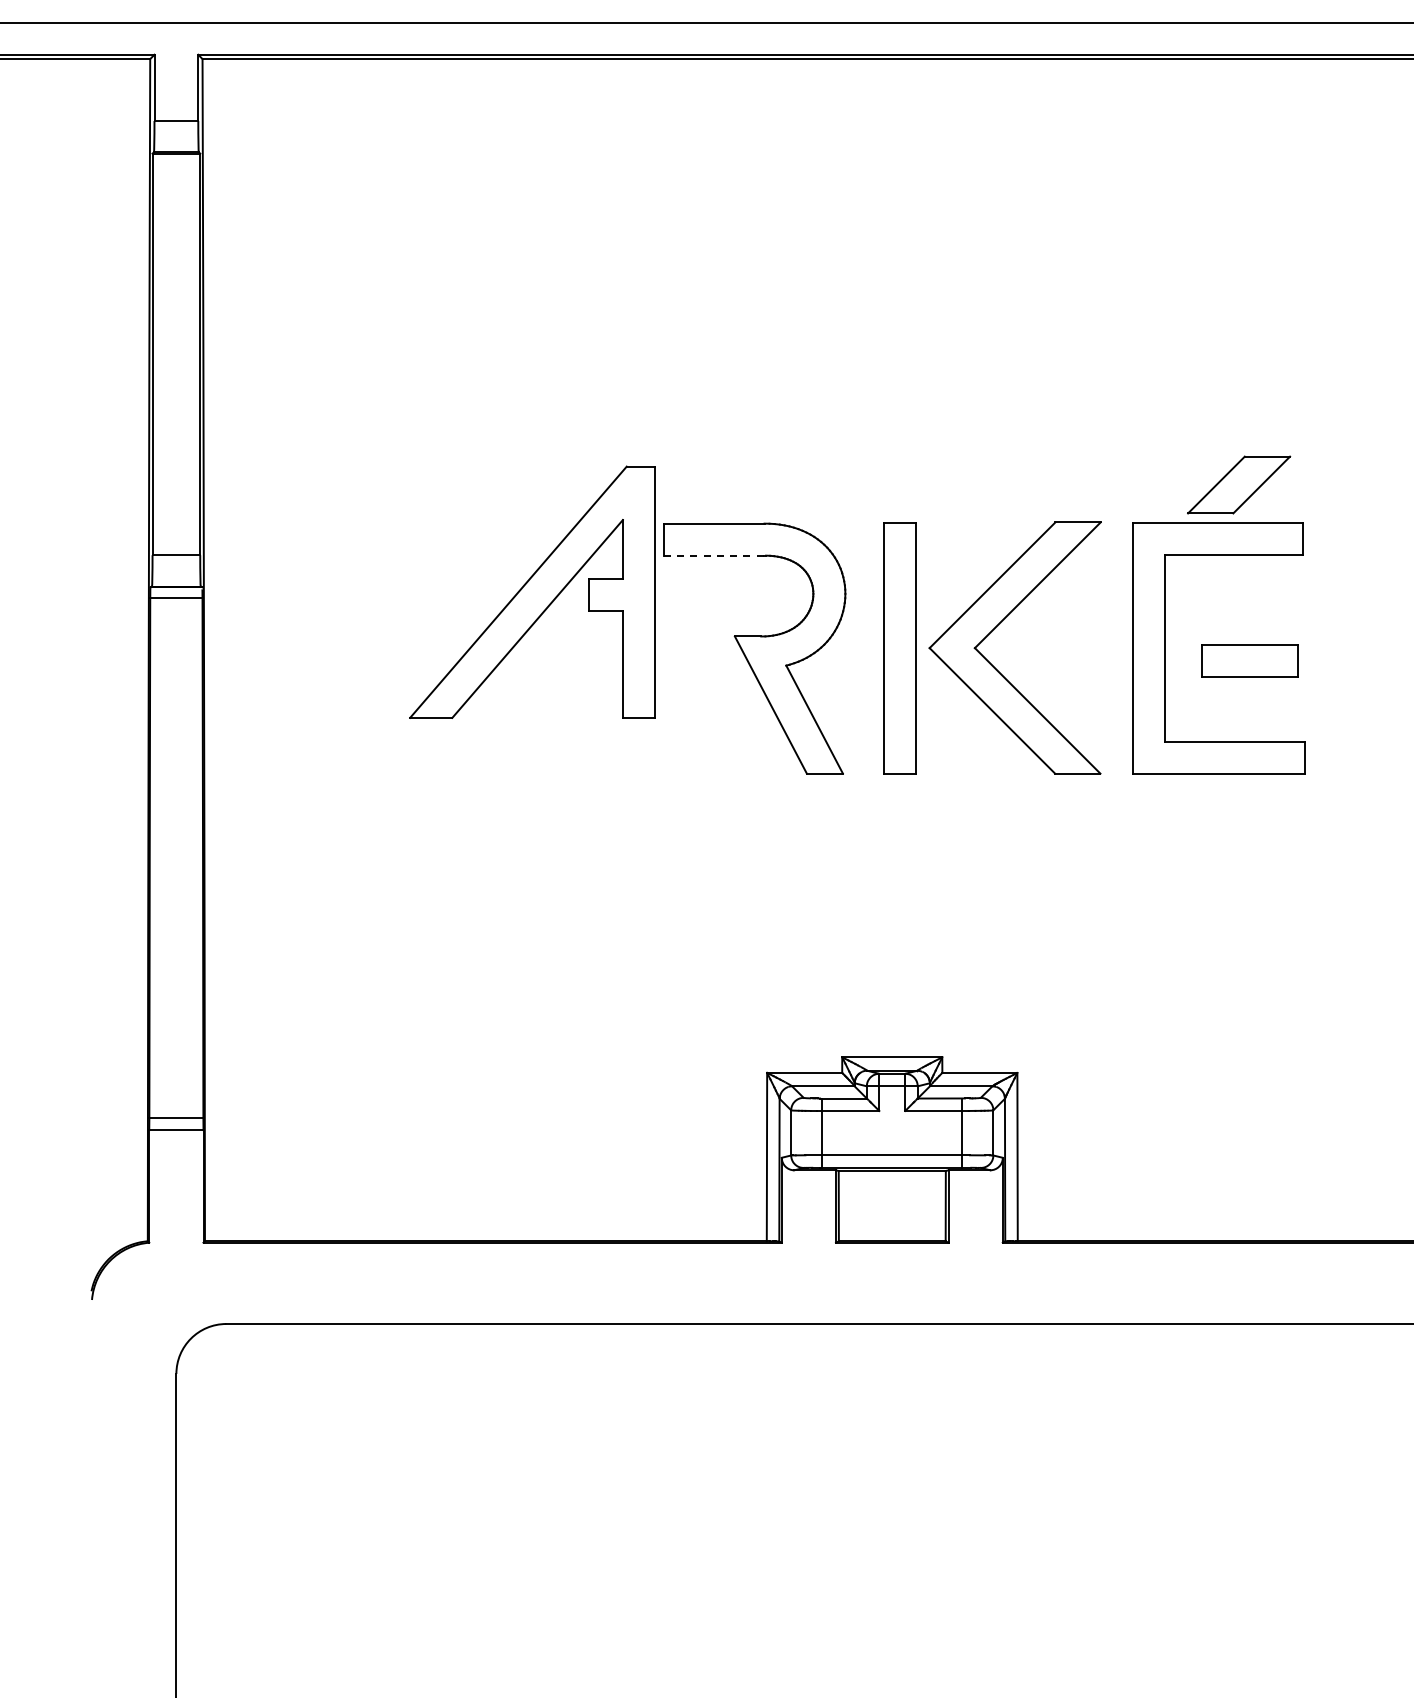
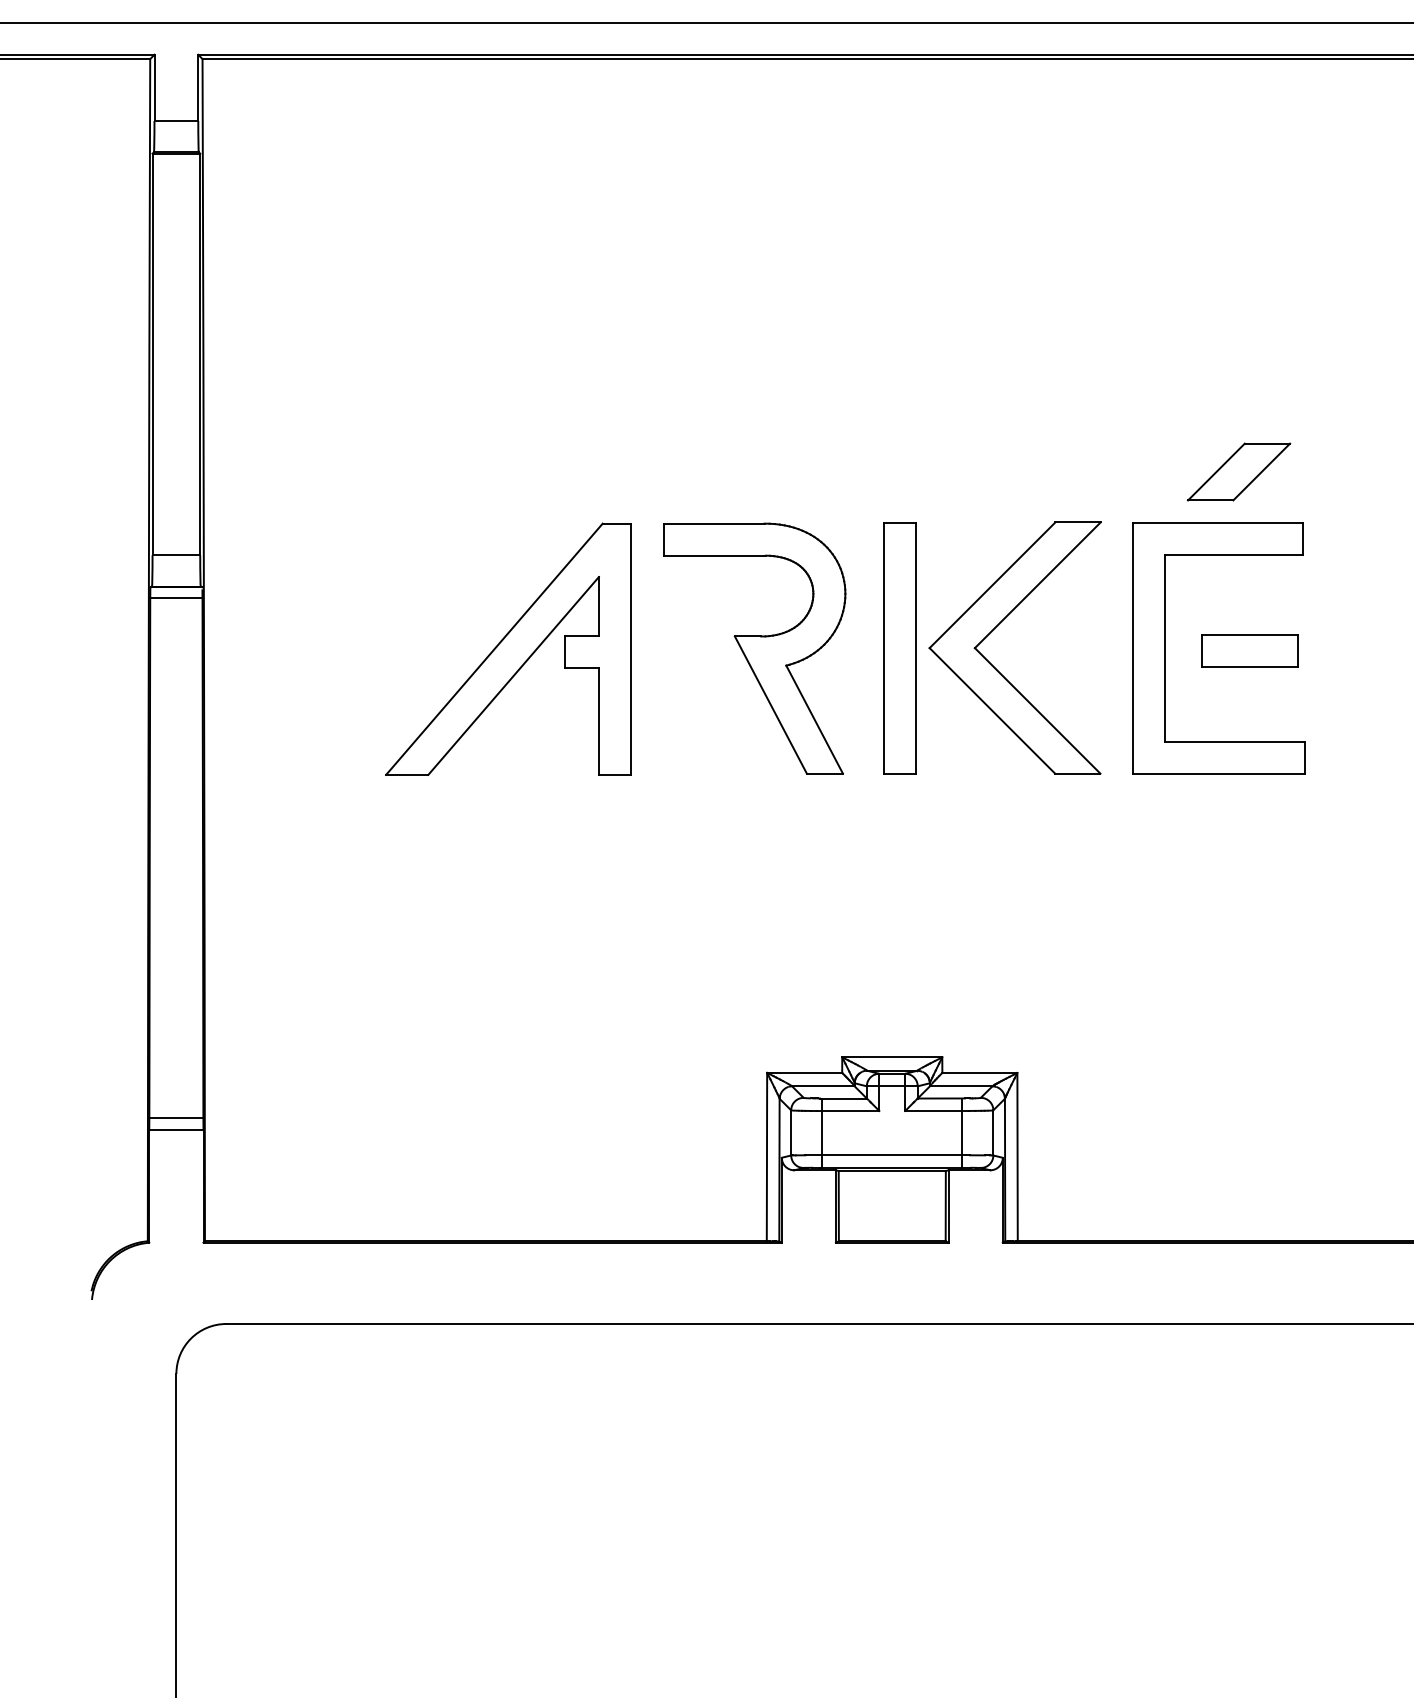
part at (1239, 484) position: (1239, 484) -> (1239, 471)
line at (714, 555): dashed -> solid
part at (532, 591) position: (532, 591) -> (508, 648)
part at (1249, 660) position: (1249, 660) -> (1249, 650)
